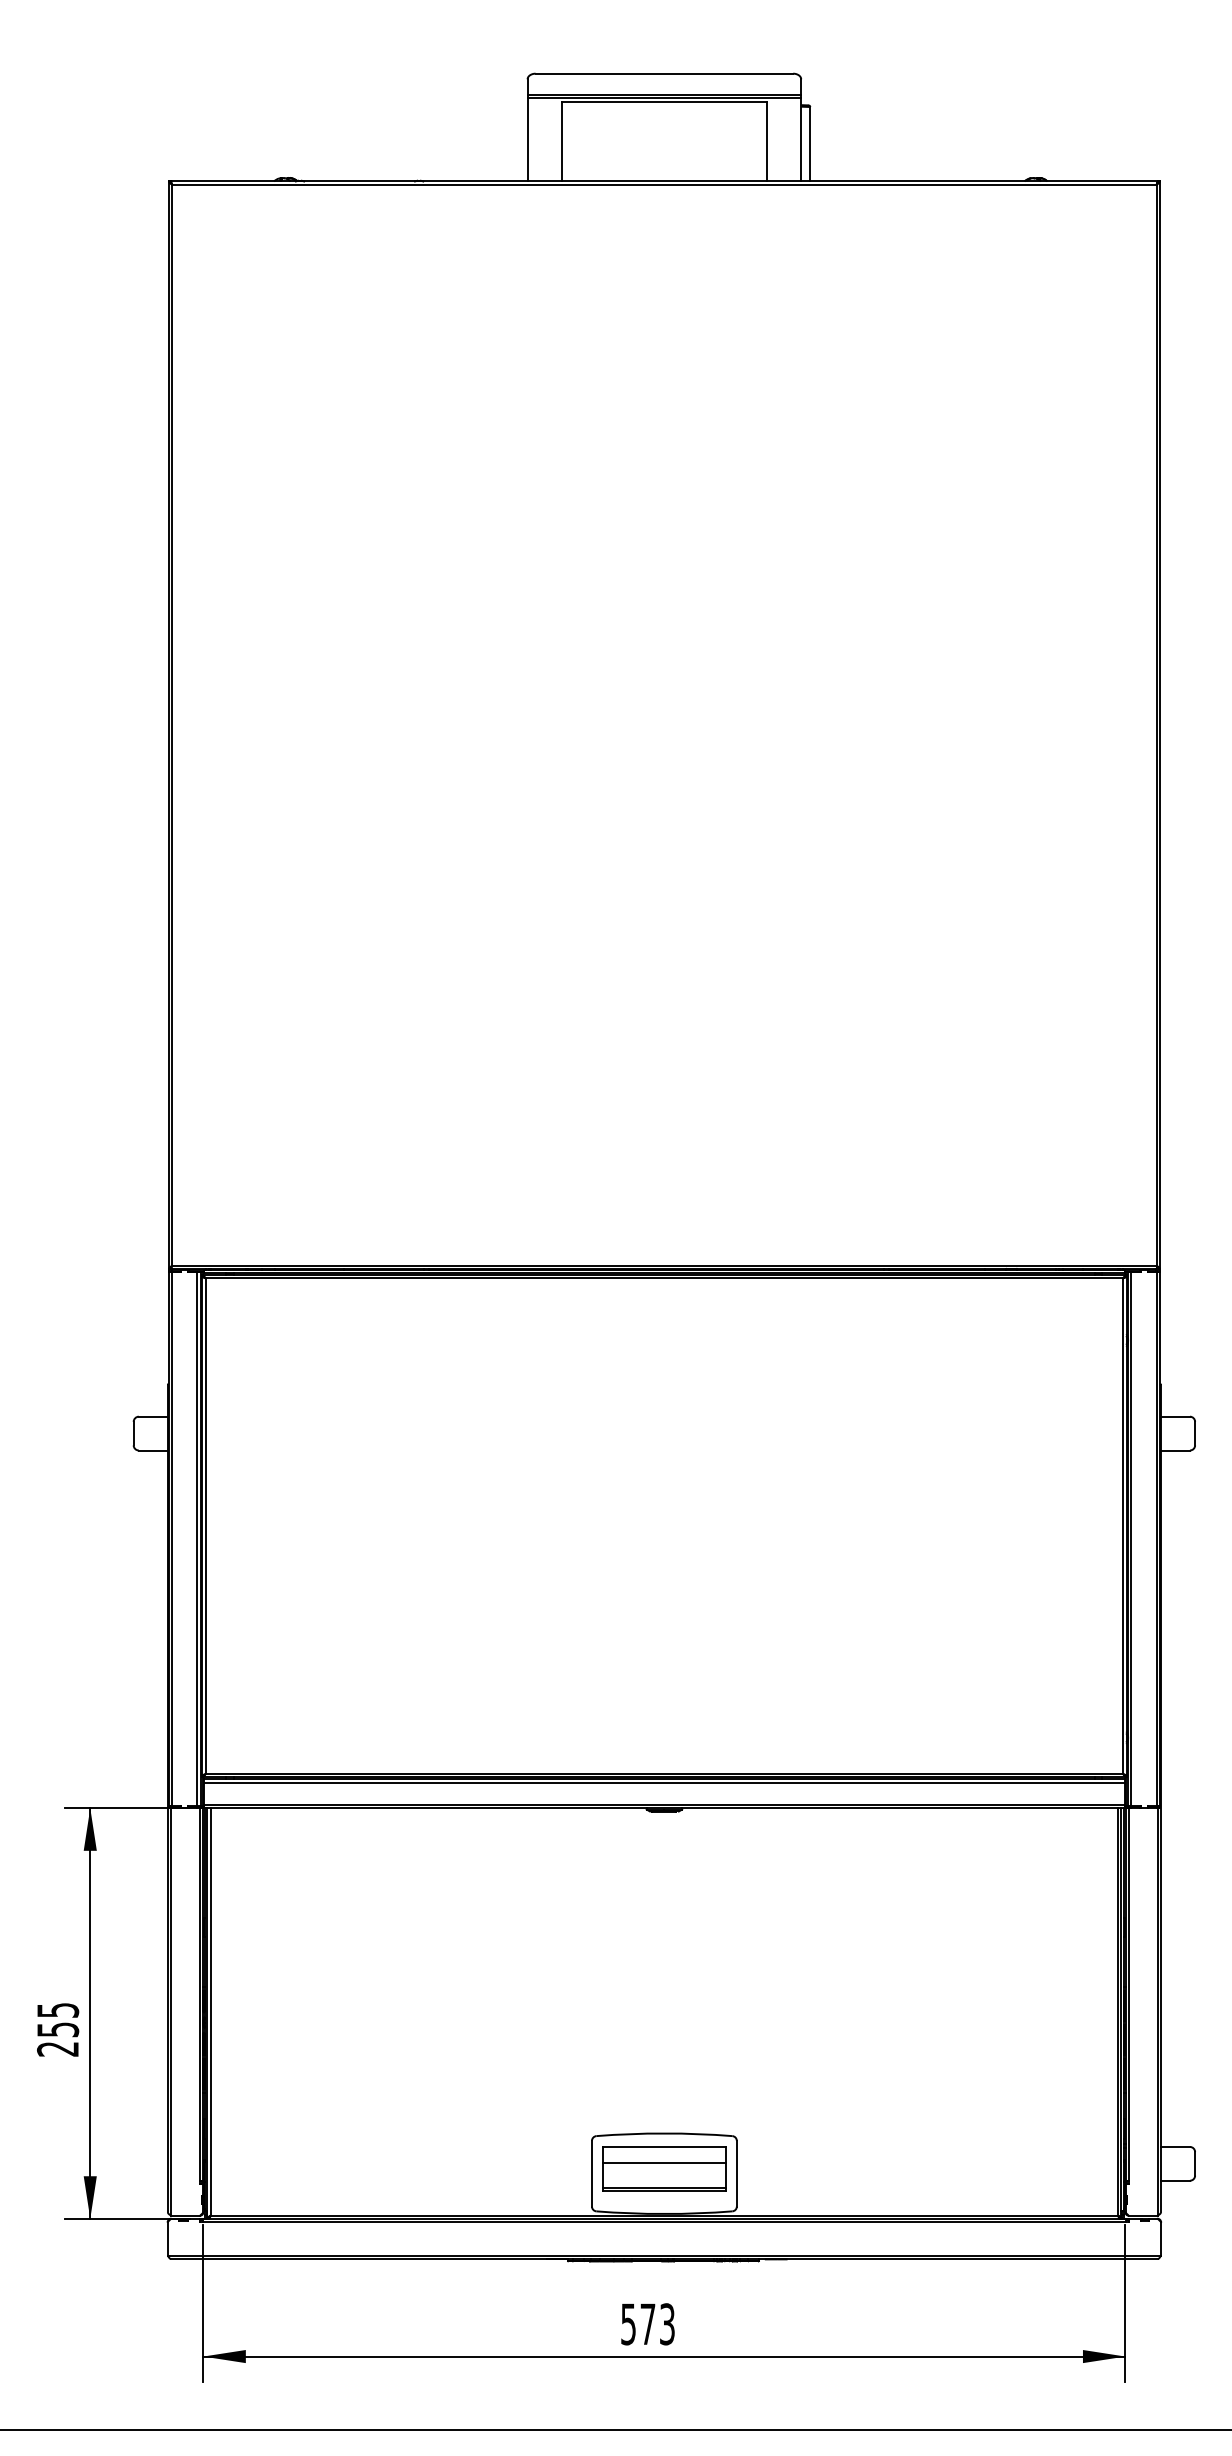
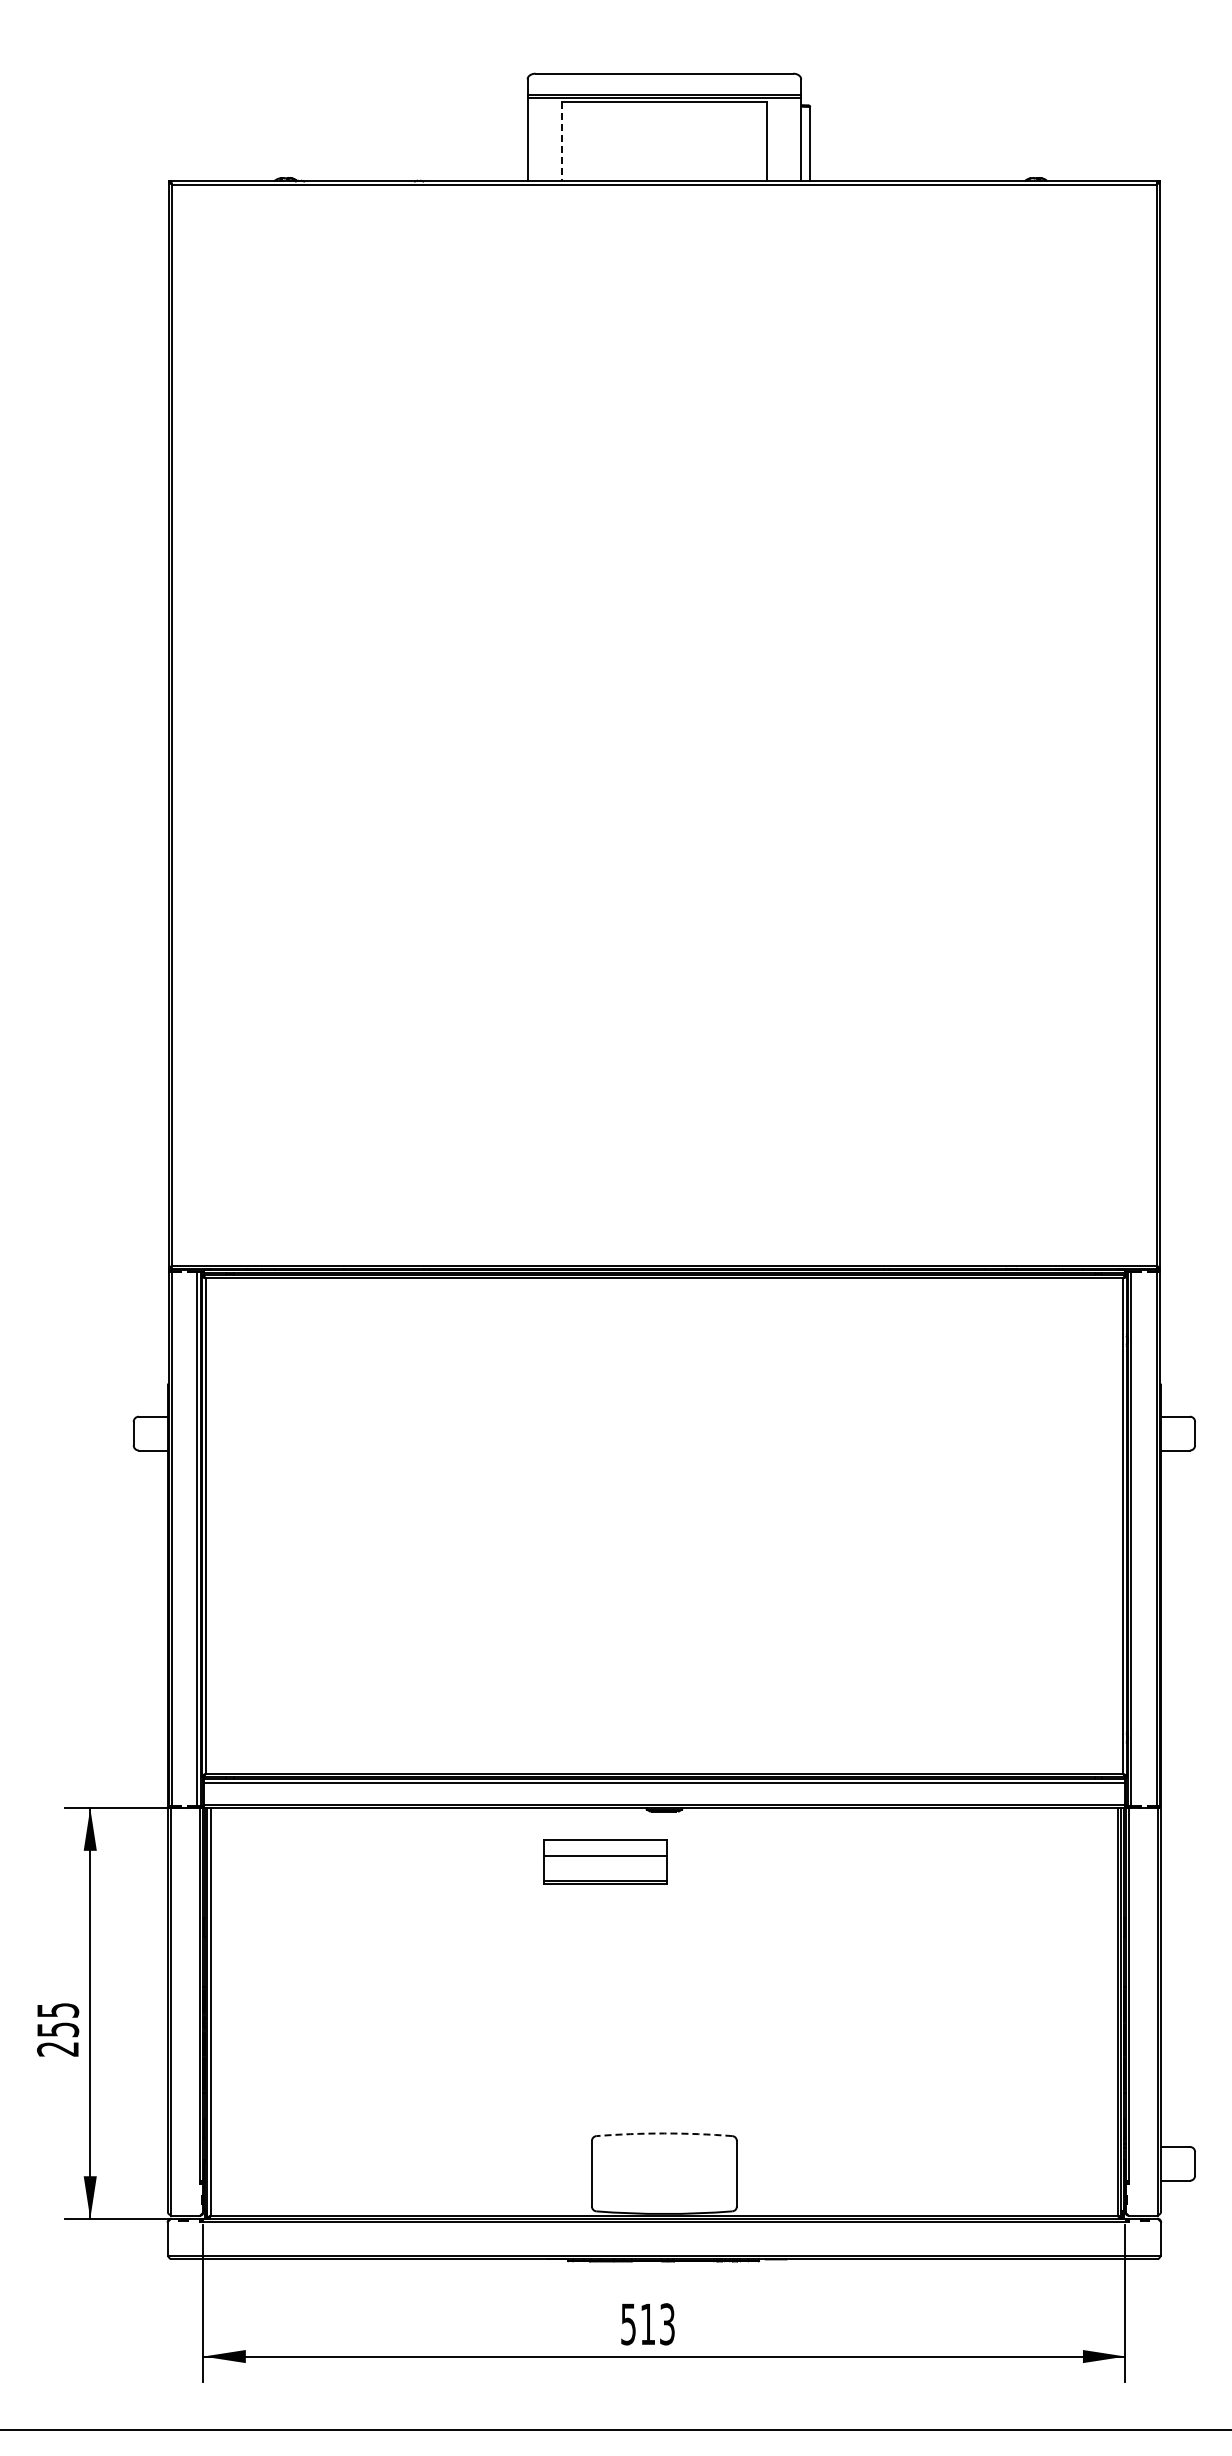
line at (562, 141): solid -> dashed
arc at (664, 2133): solid -> dashed
part at (664, 2168) position: (664, 2168) -> (605, 1861)
text at (647, 2323): 573 -> 513
